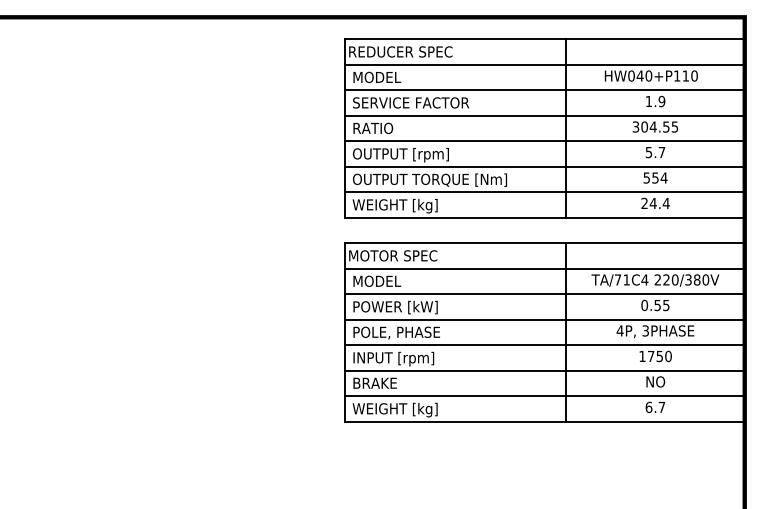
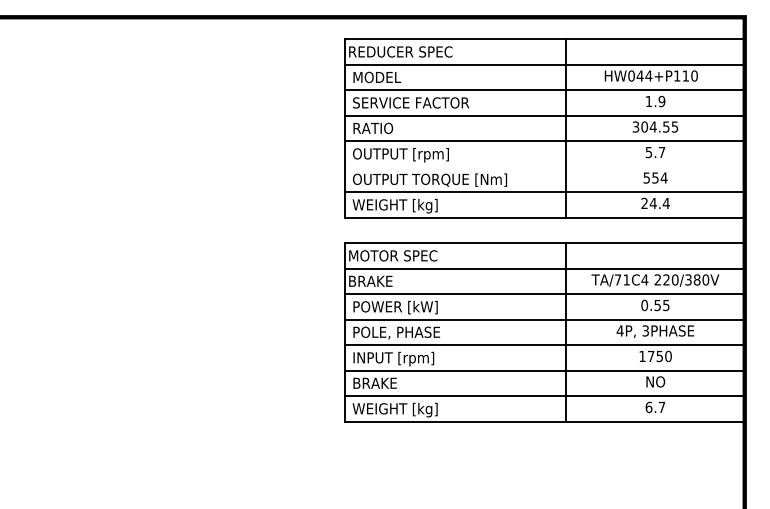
text at (648, 75): HW040+P110 -> HW044+P110
line at (544, 166): present -> none
text at (375, 280): MODEL -> BRAKE
